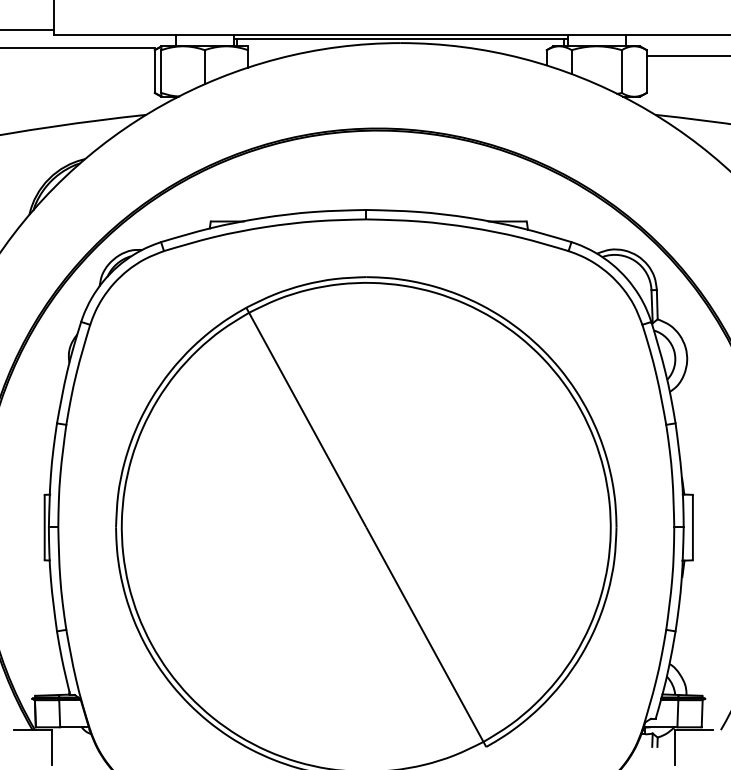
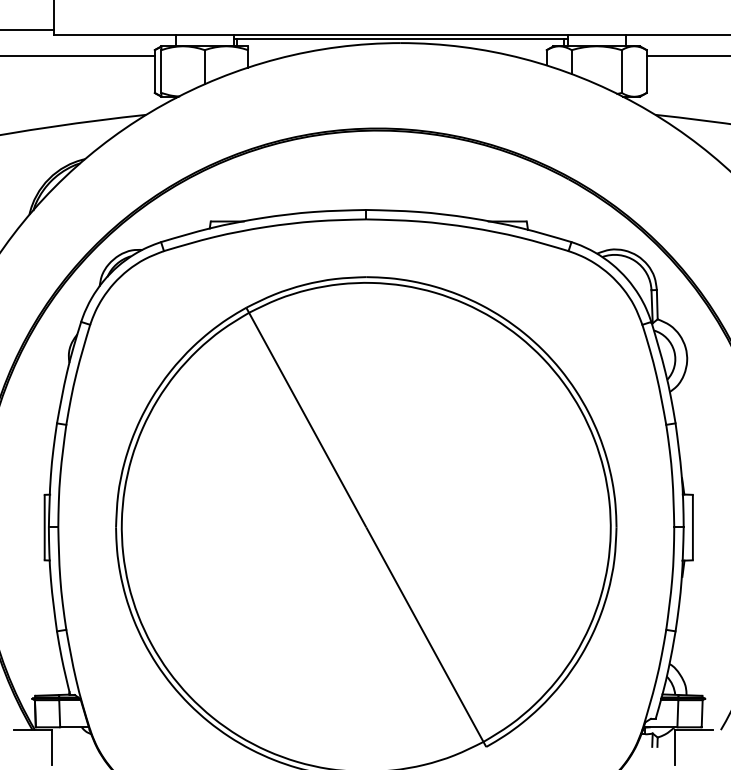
line at (78, 48) position: (78, 48) -> (78, 56)
